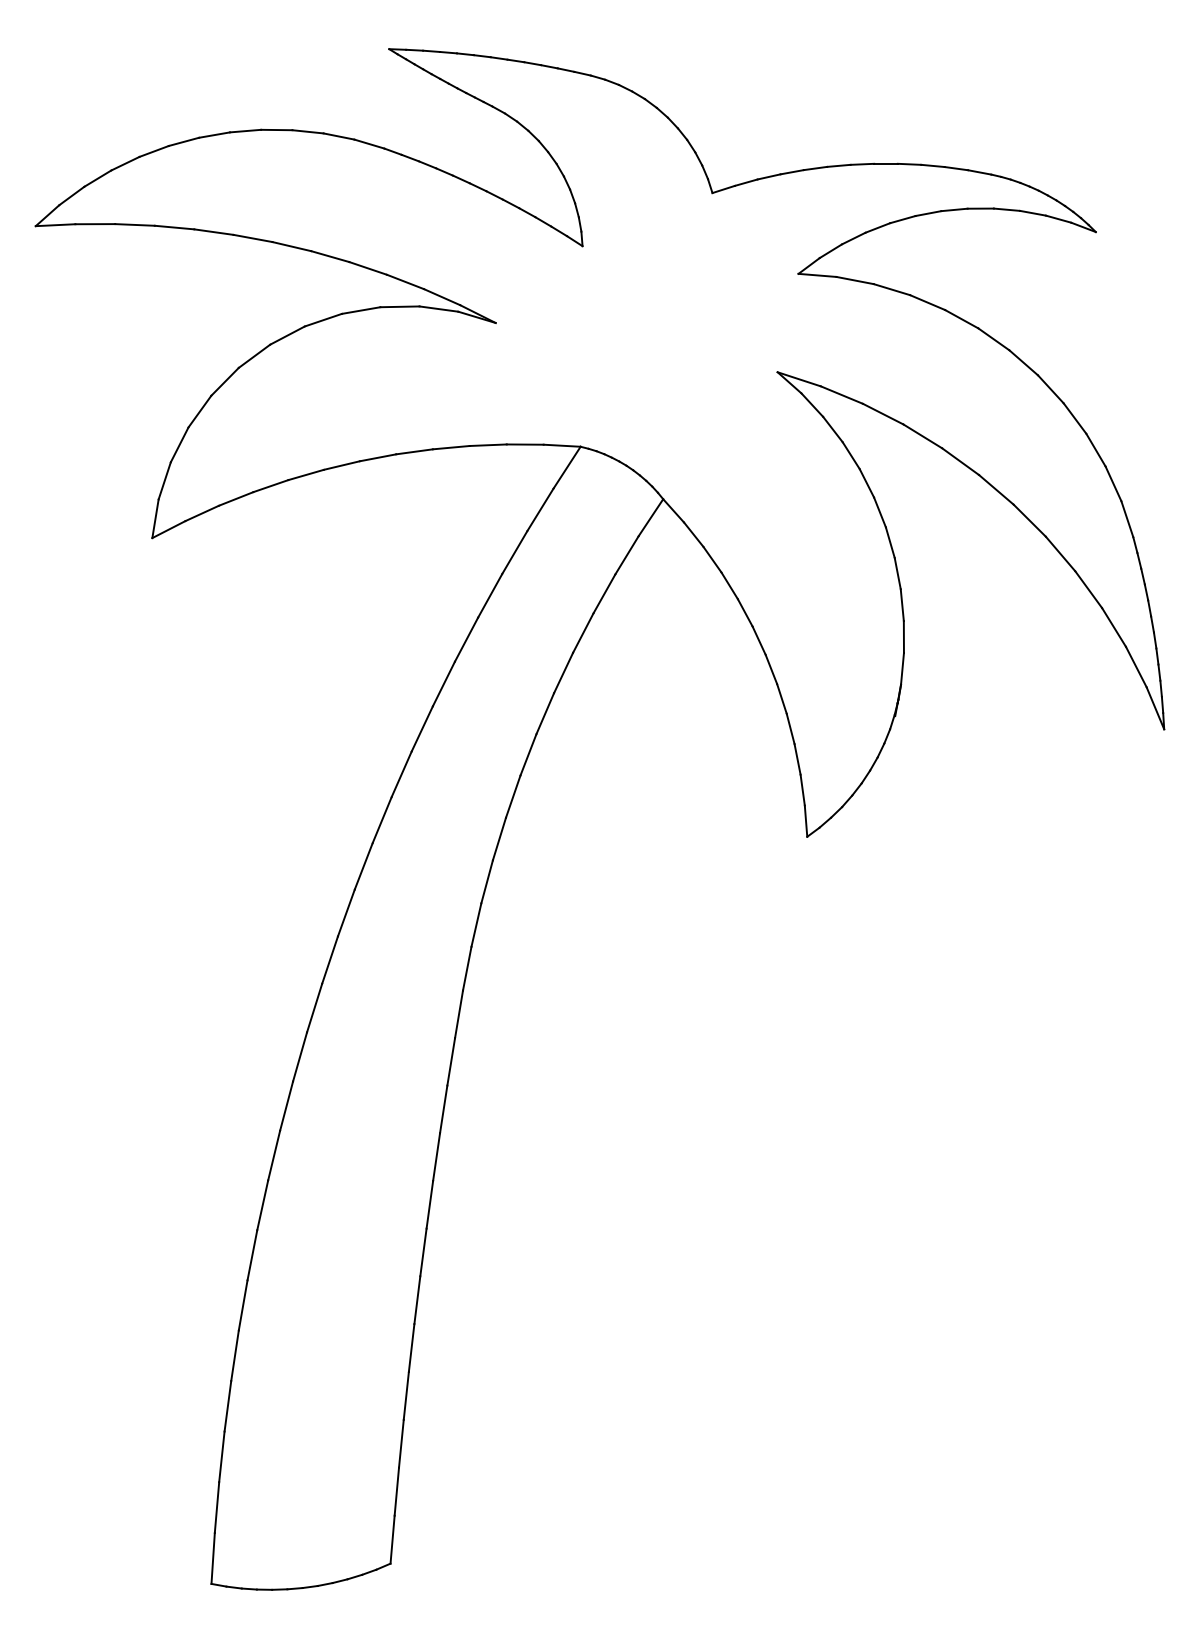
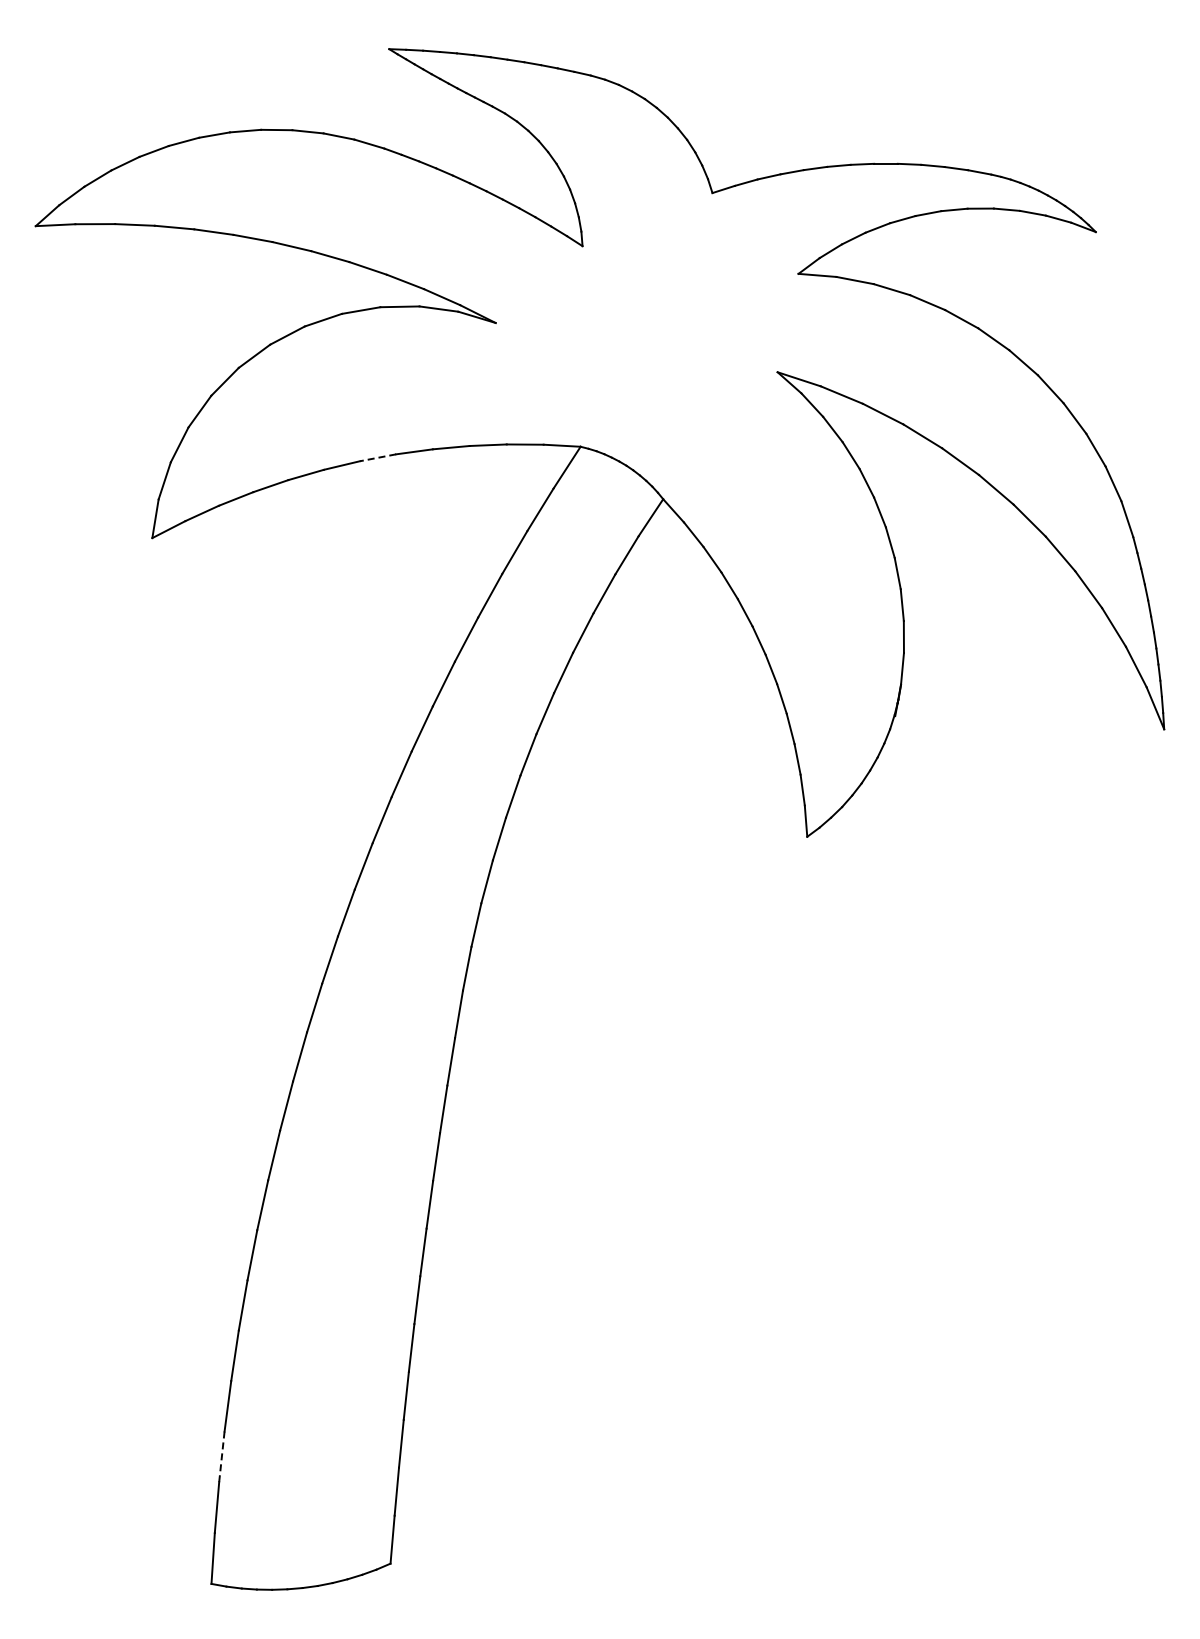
line at (377, 457): solid -> dashed
line at (221, 1456): solid -> dashed
